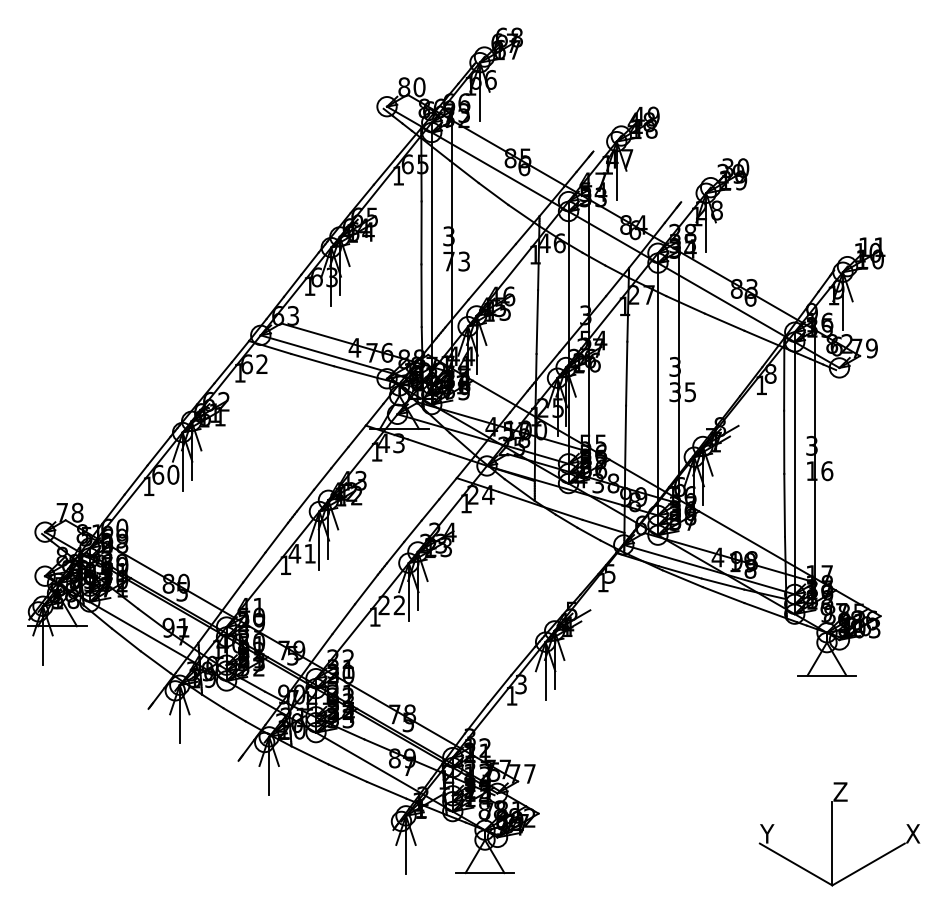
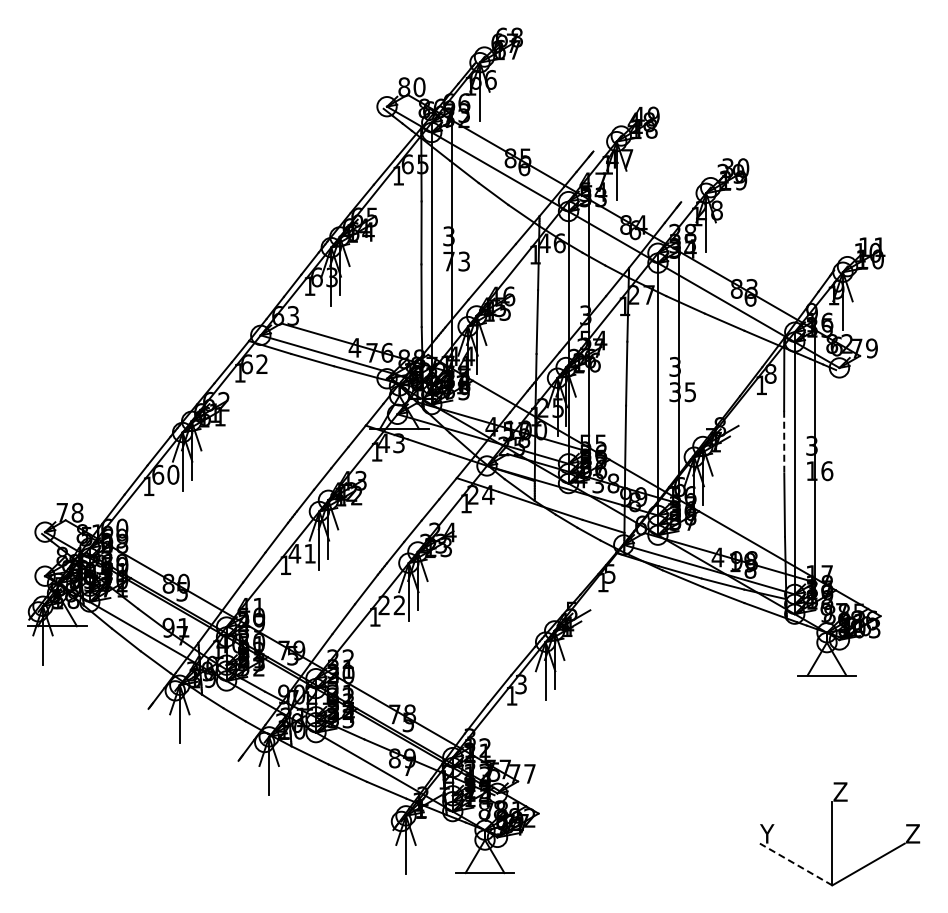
line at (784, 442): solid -> dashed
text at (913, 833): X -> Z
line at (796, 864): solid -> dashed
